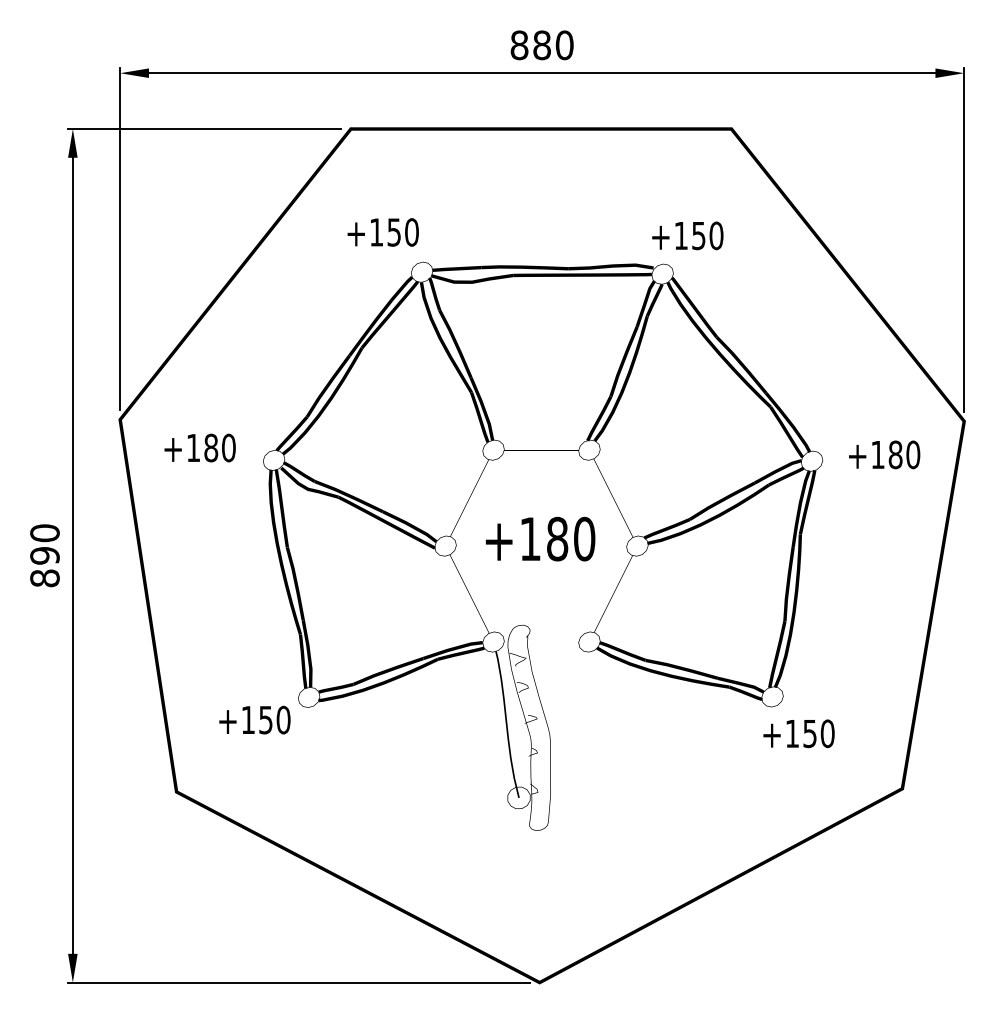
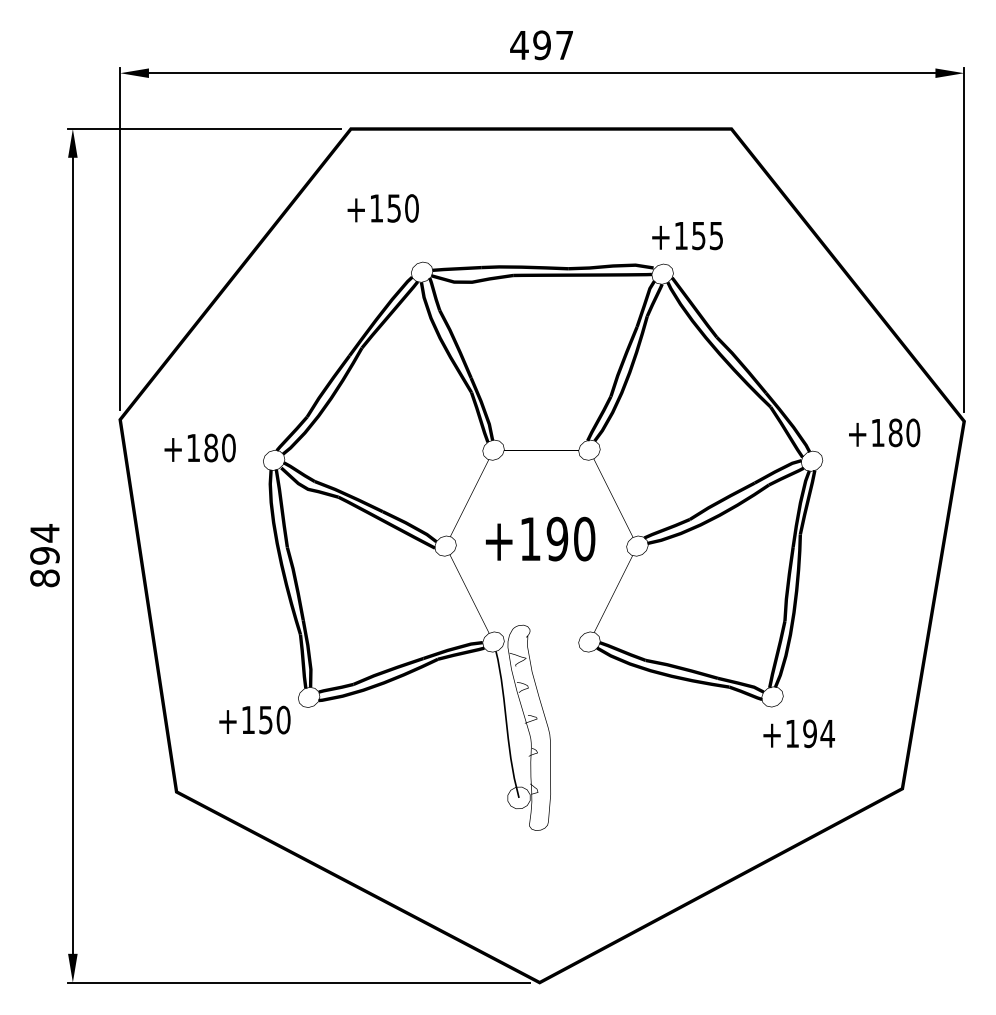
text at (541, 45): 880 -> 497
text at (382, 232) position: (382, 232) -> (382, 208)
text at (716, 235): +150 -> +155
text at (884, 454) position: (884, 454) -> (884, 432)
text at (44, 533): 890 -> 894
text at (557, 539): +180 -> +190
text at (818, 733): +150 -> +194
